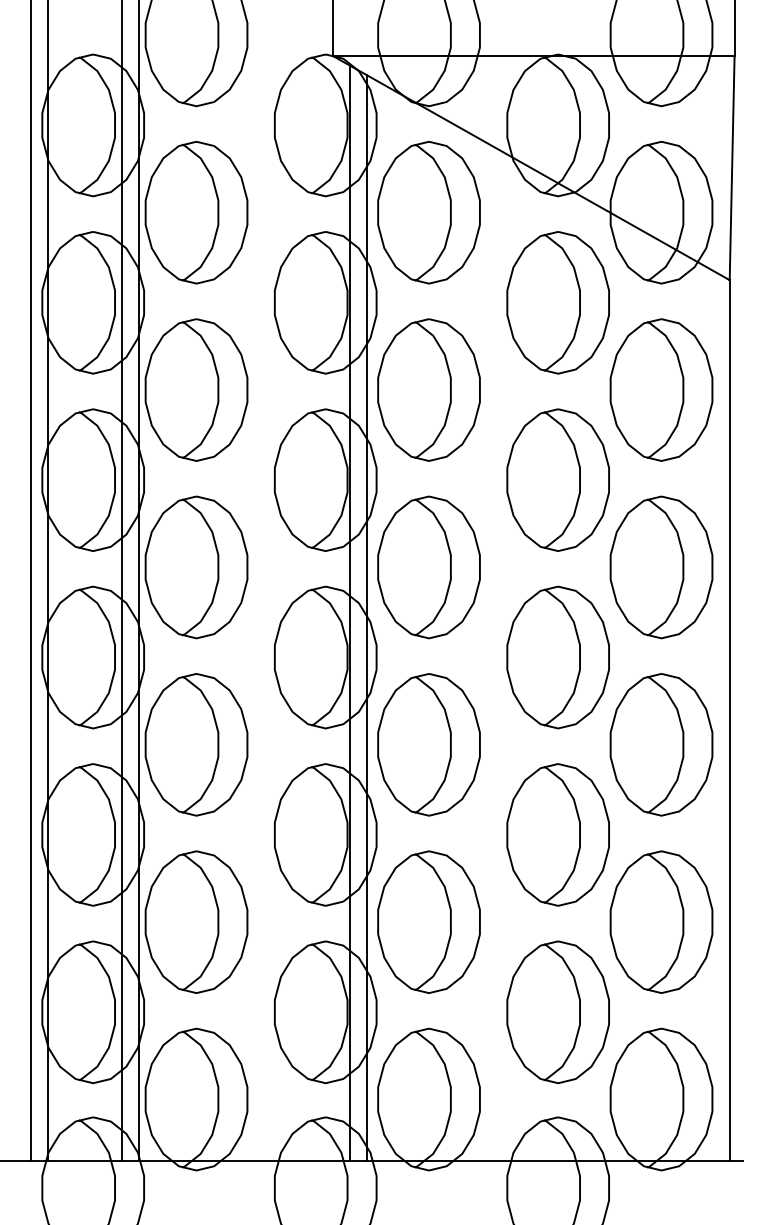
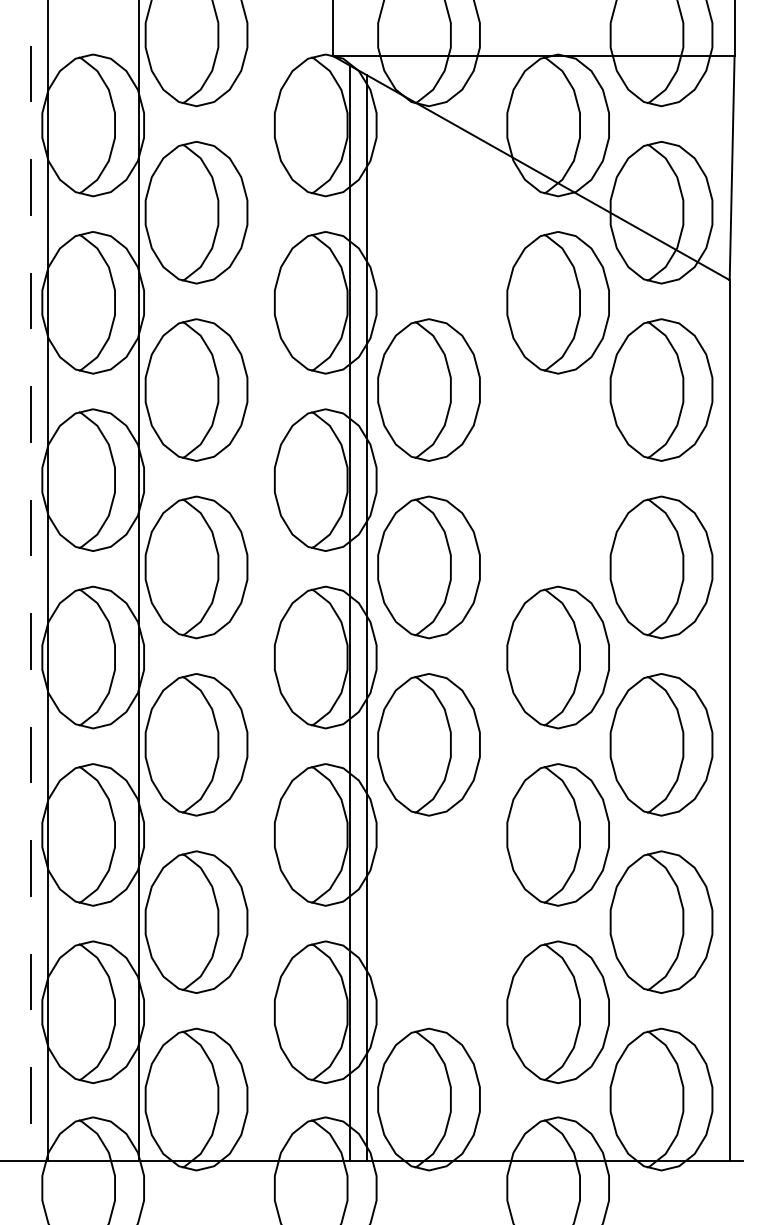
part at (428, 212): present -> none
part at (557, 479): present -> none
line at (31, 580): solid -> dashed
line at (121, 581): present -> none
part at (428, 921): present -> none
